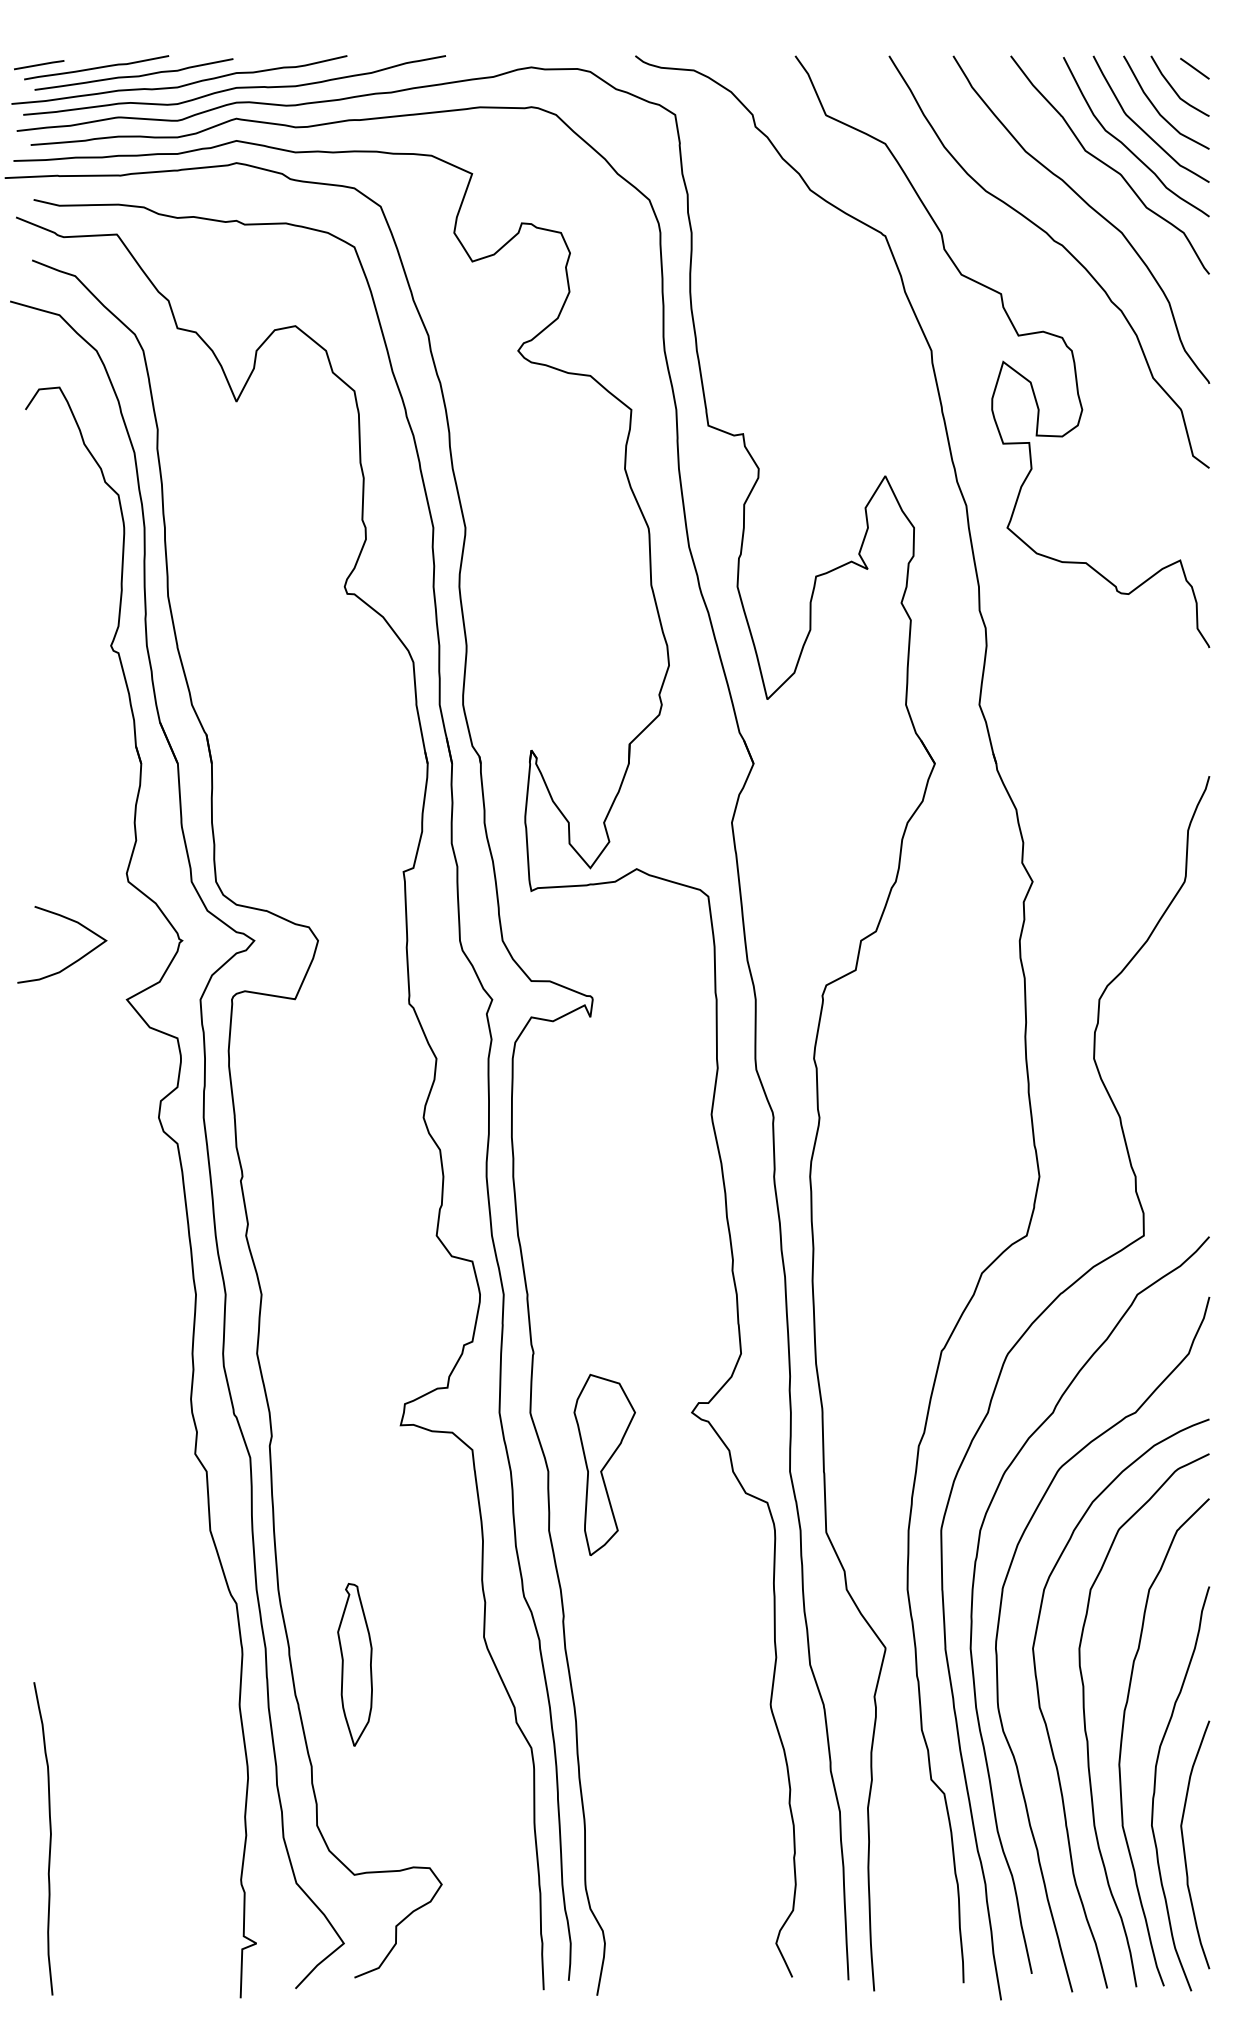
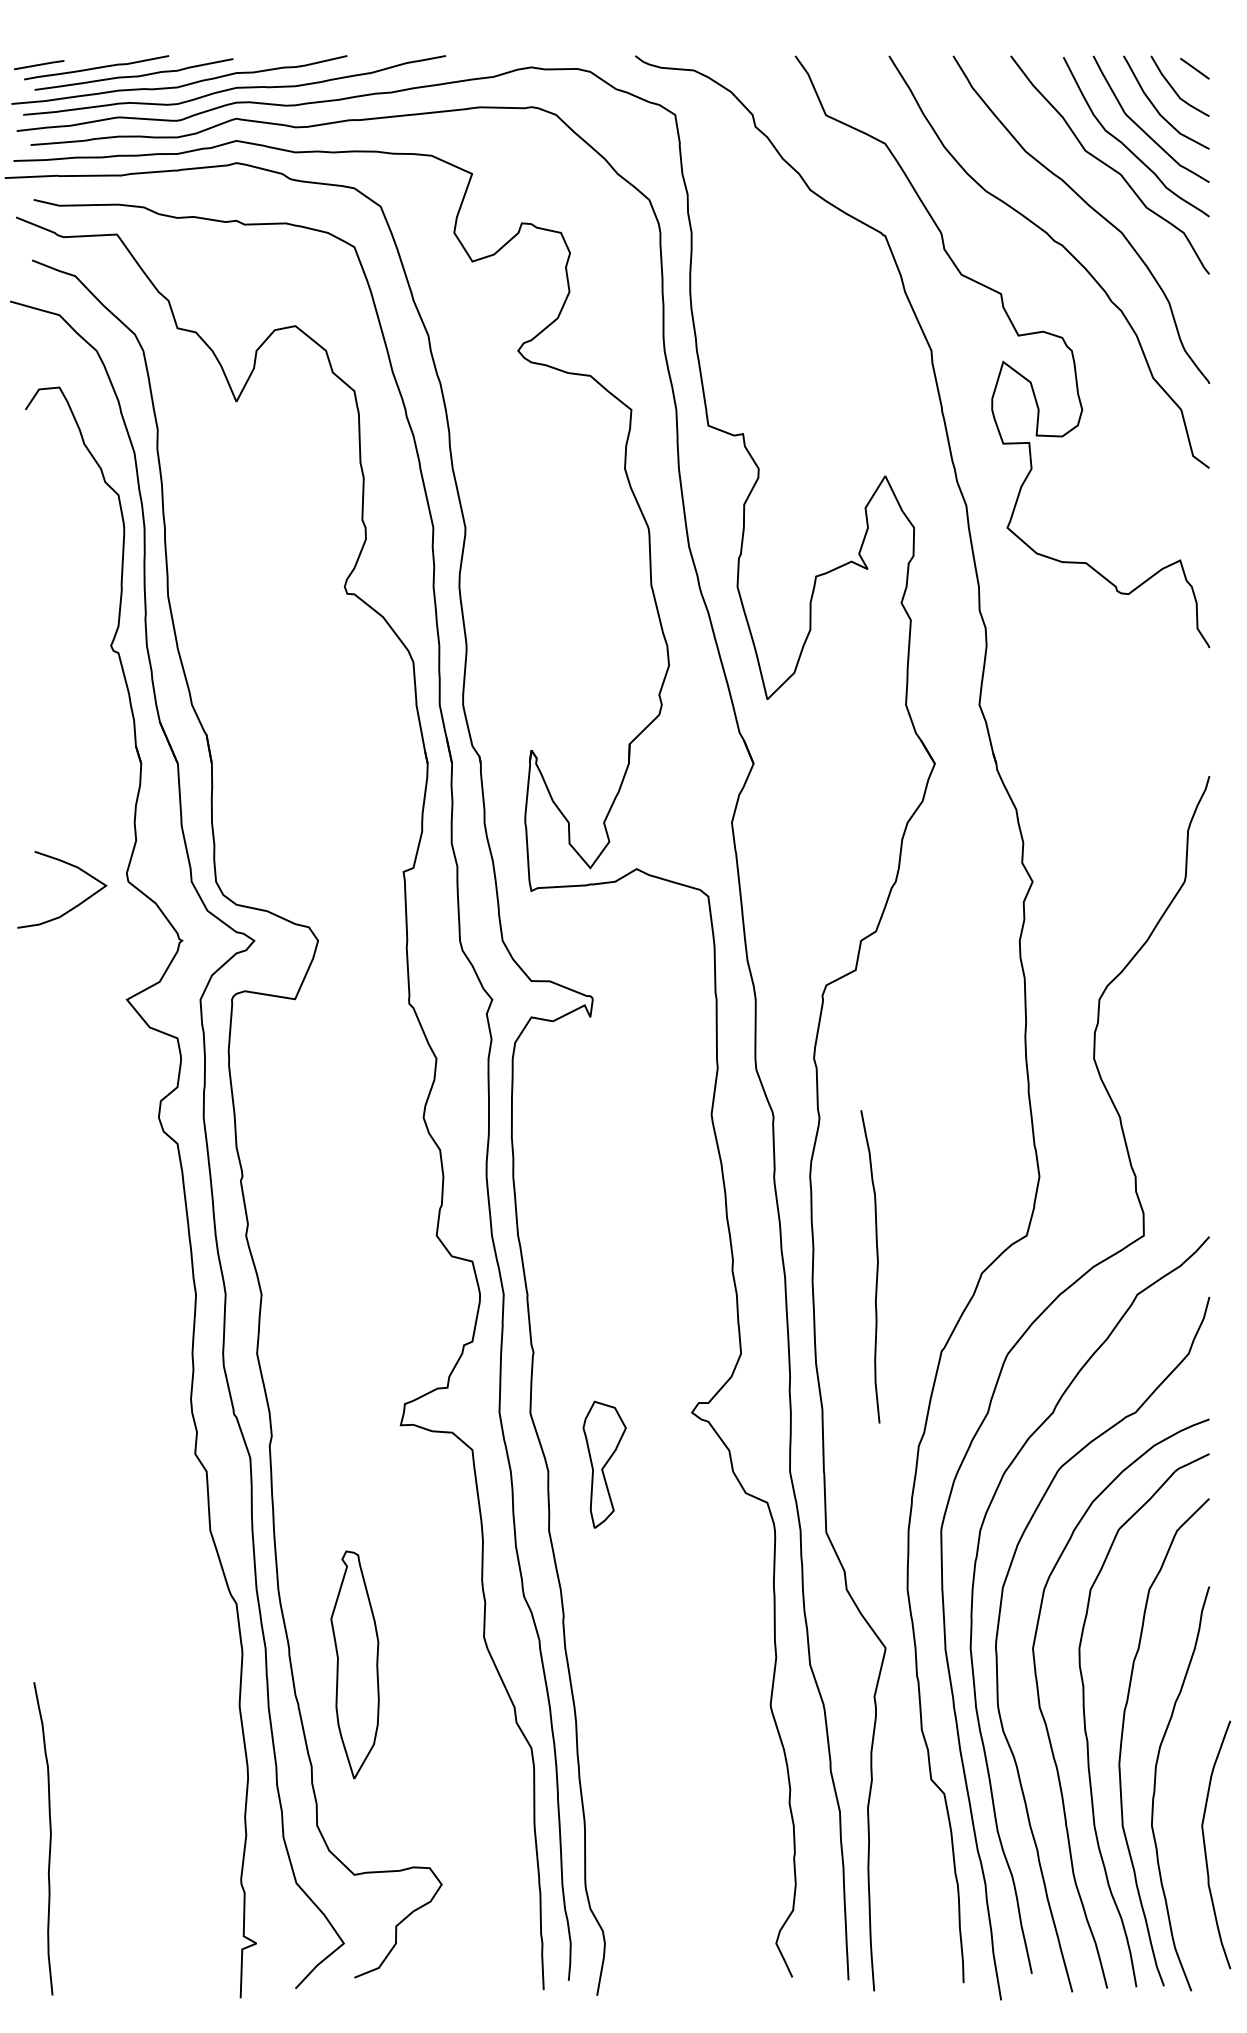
curve at (72, 962) position: (72, 962) -> (72, 907)
curve at (876, 1266): none -> present
part at (604, 1464) size: 63x183 px -> 45x129 px
part at (354, 1664) size: 36x164 px -> 50x229 px
curve at (1184, 1844) position: (1184, 1844) -> (1205, 1844)
